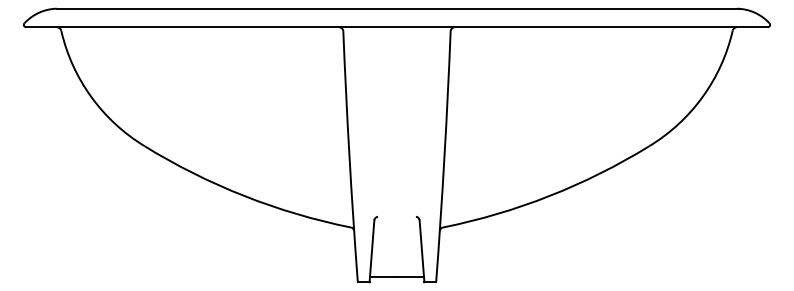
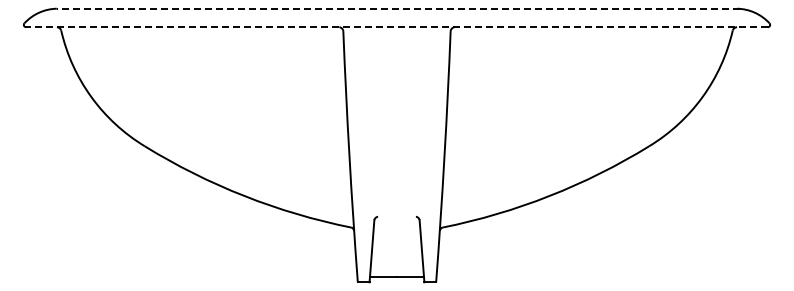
line at (397, 8): solid -> dashed
line at (396, 27): solid -> dashed
